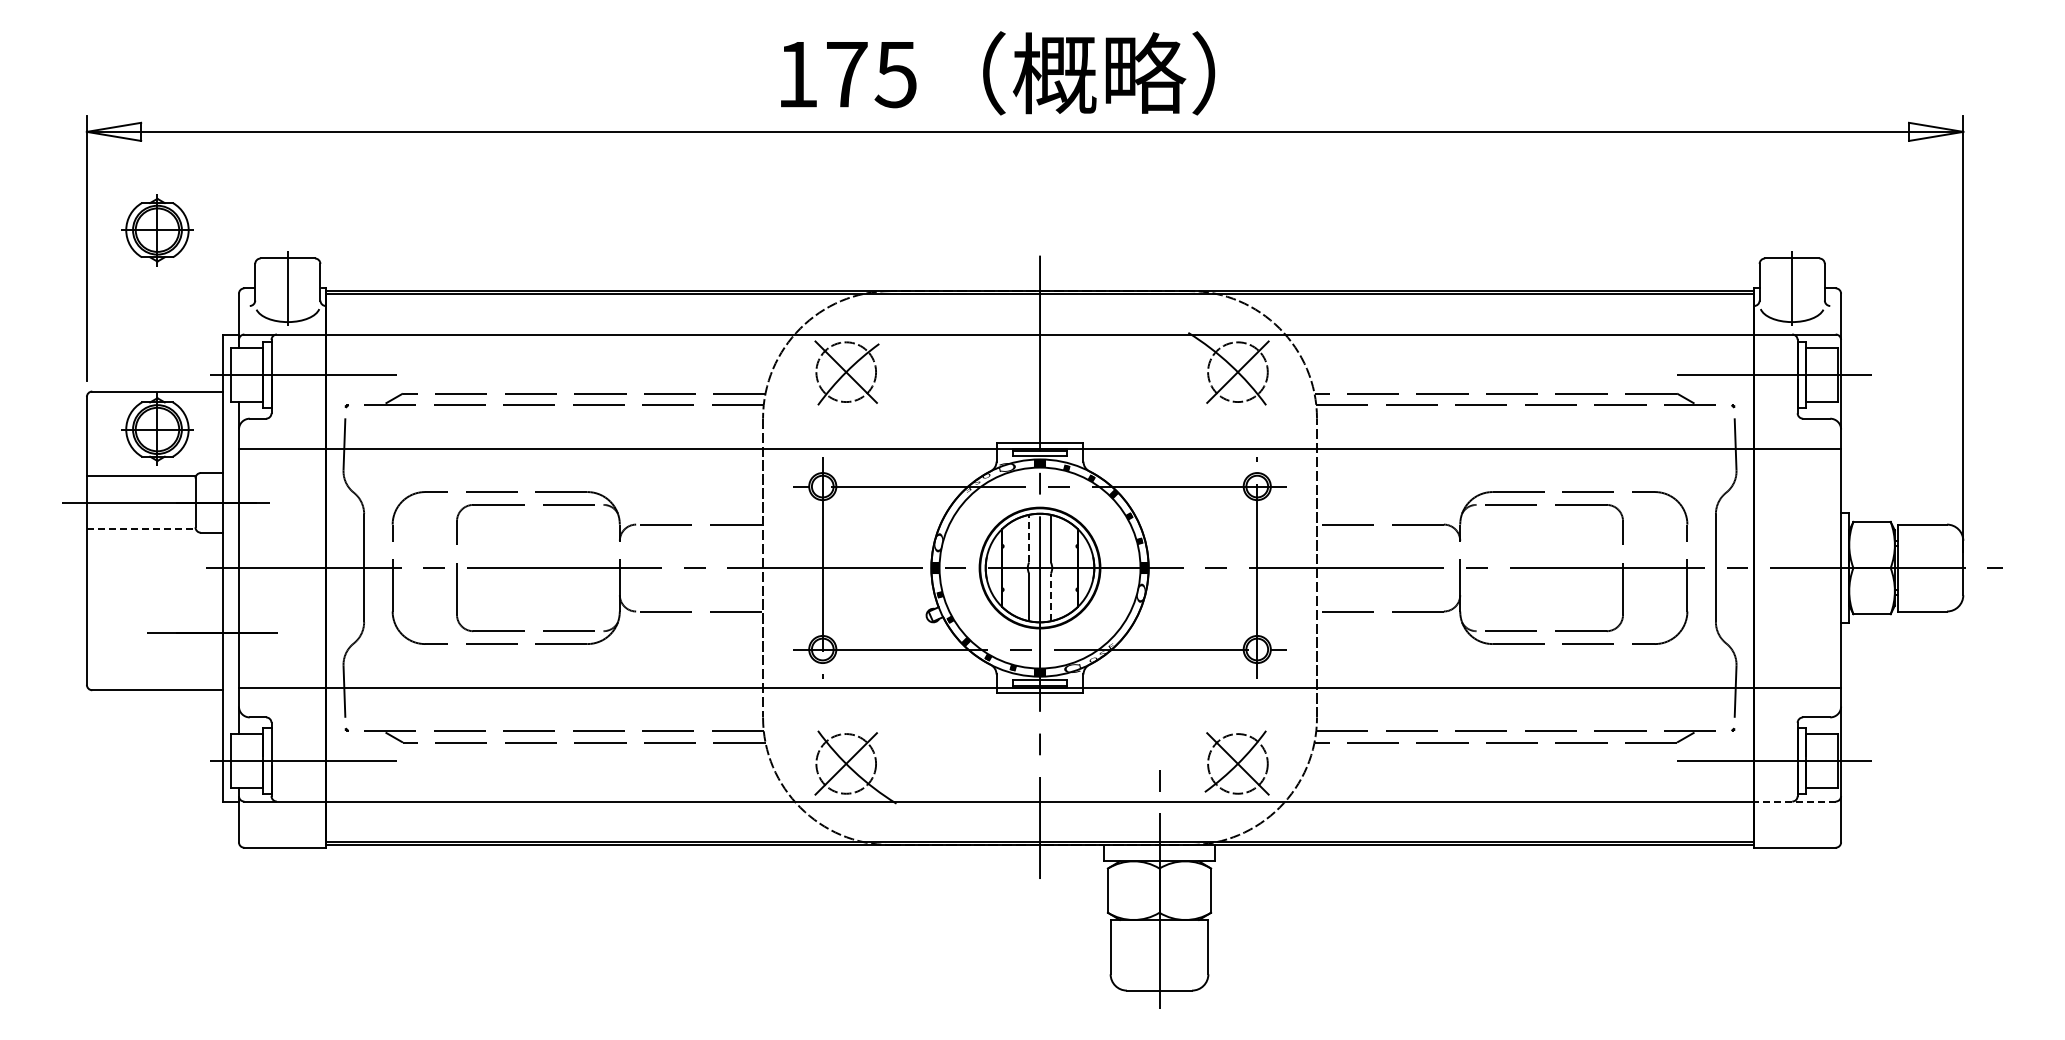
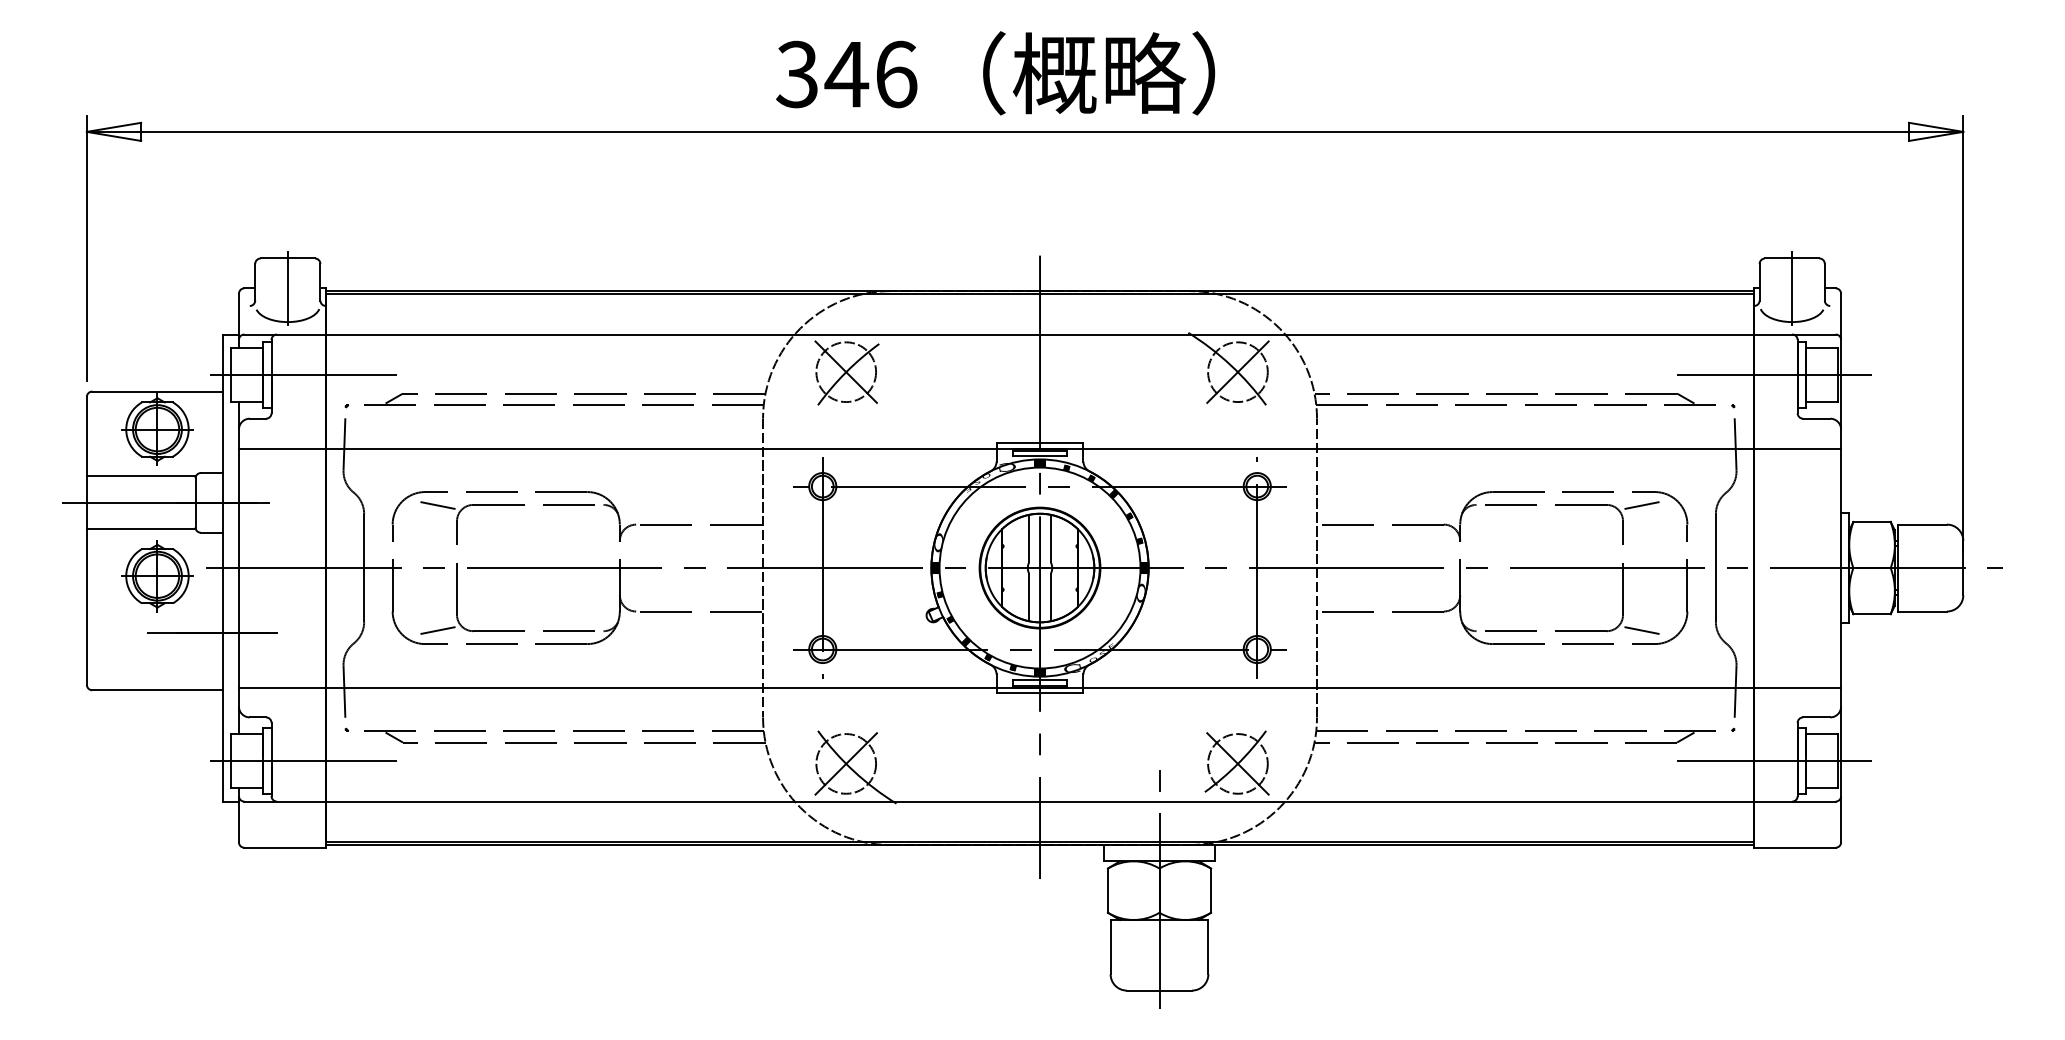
text at (846, 74): 175 -> 346
part at (157, 230) position: (157, 230) -> (157, 576)
line at (437, 505): none -> present
line at (1641, 505): none -> present
line at (141, 529): dashed -> solid
line at (1029, 538): dashed -> solid
line at (1050, 597): dashed -> solid
line at (437, 630): none -> present
line at (1641, 630): none -> present
line at (1794, 801): dashed -> solid
